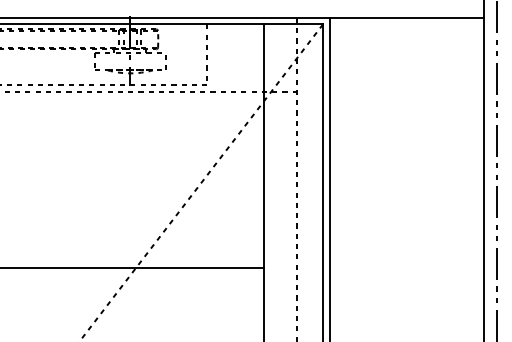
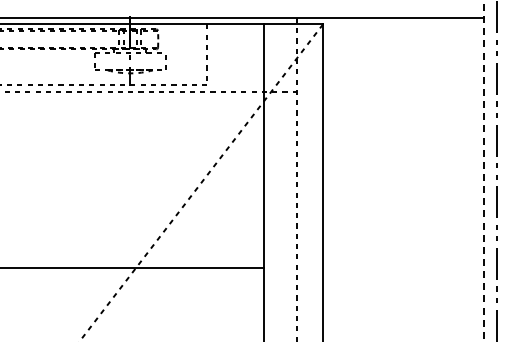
line at (483, 170): solid -> dashed
line at (329, 177): present -> none
